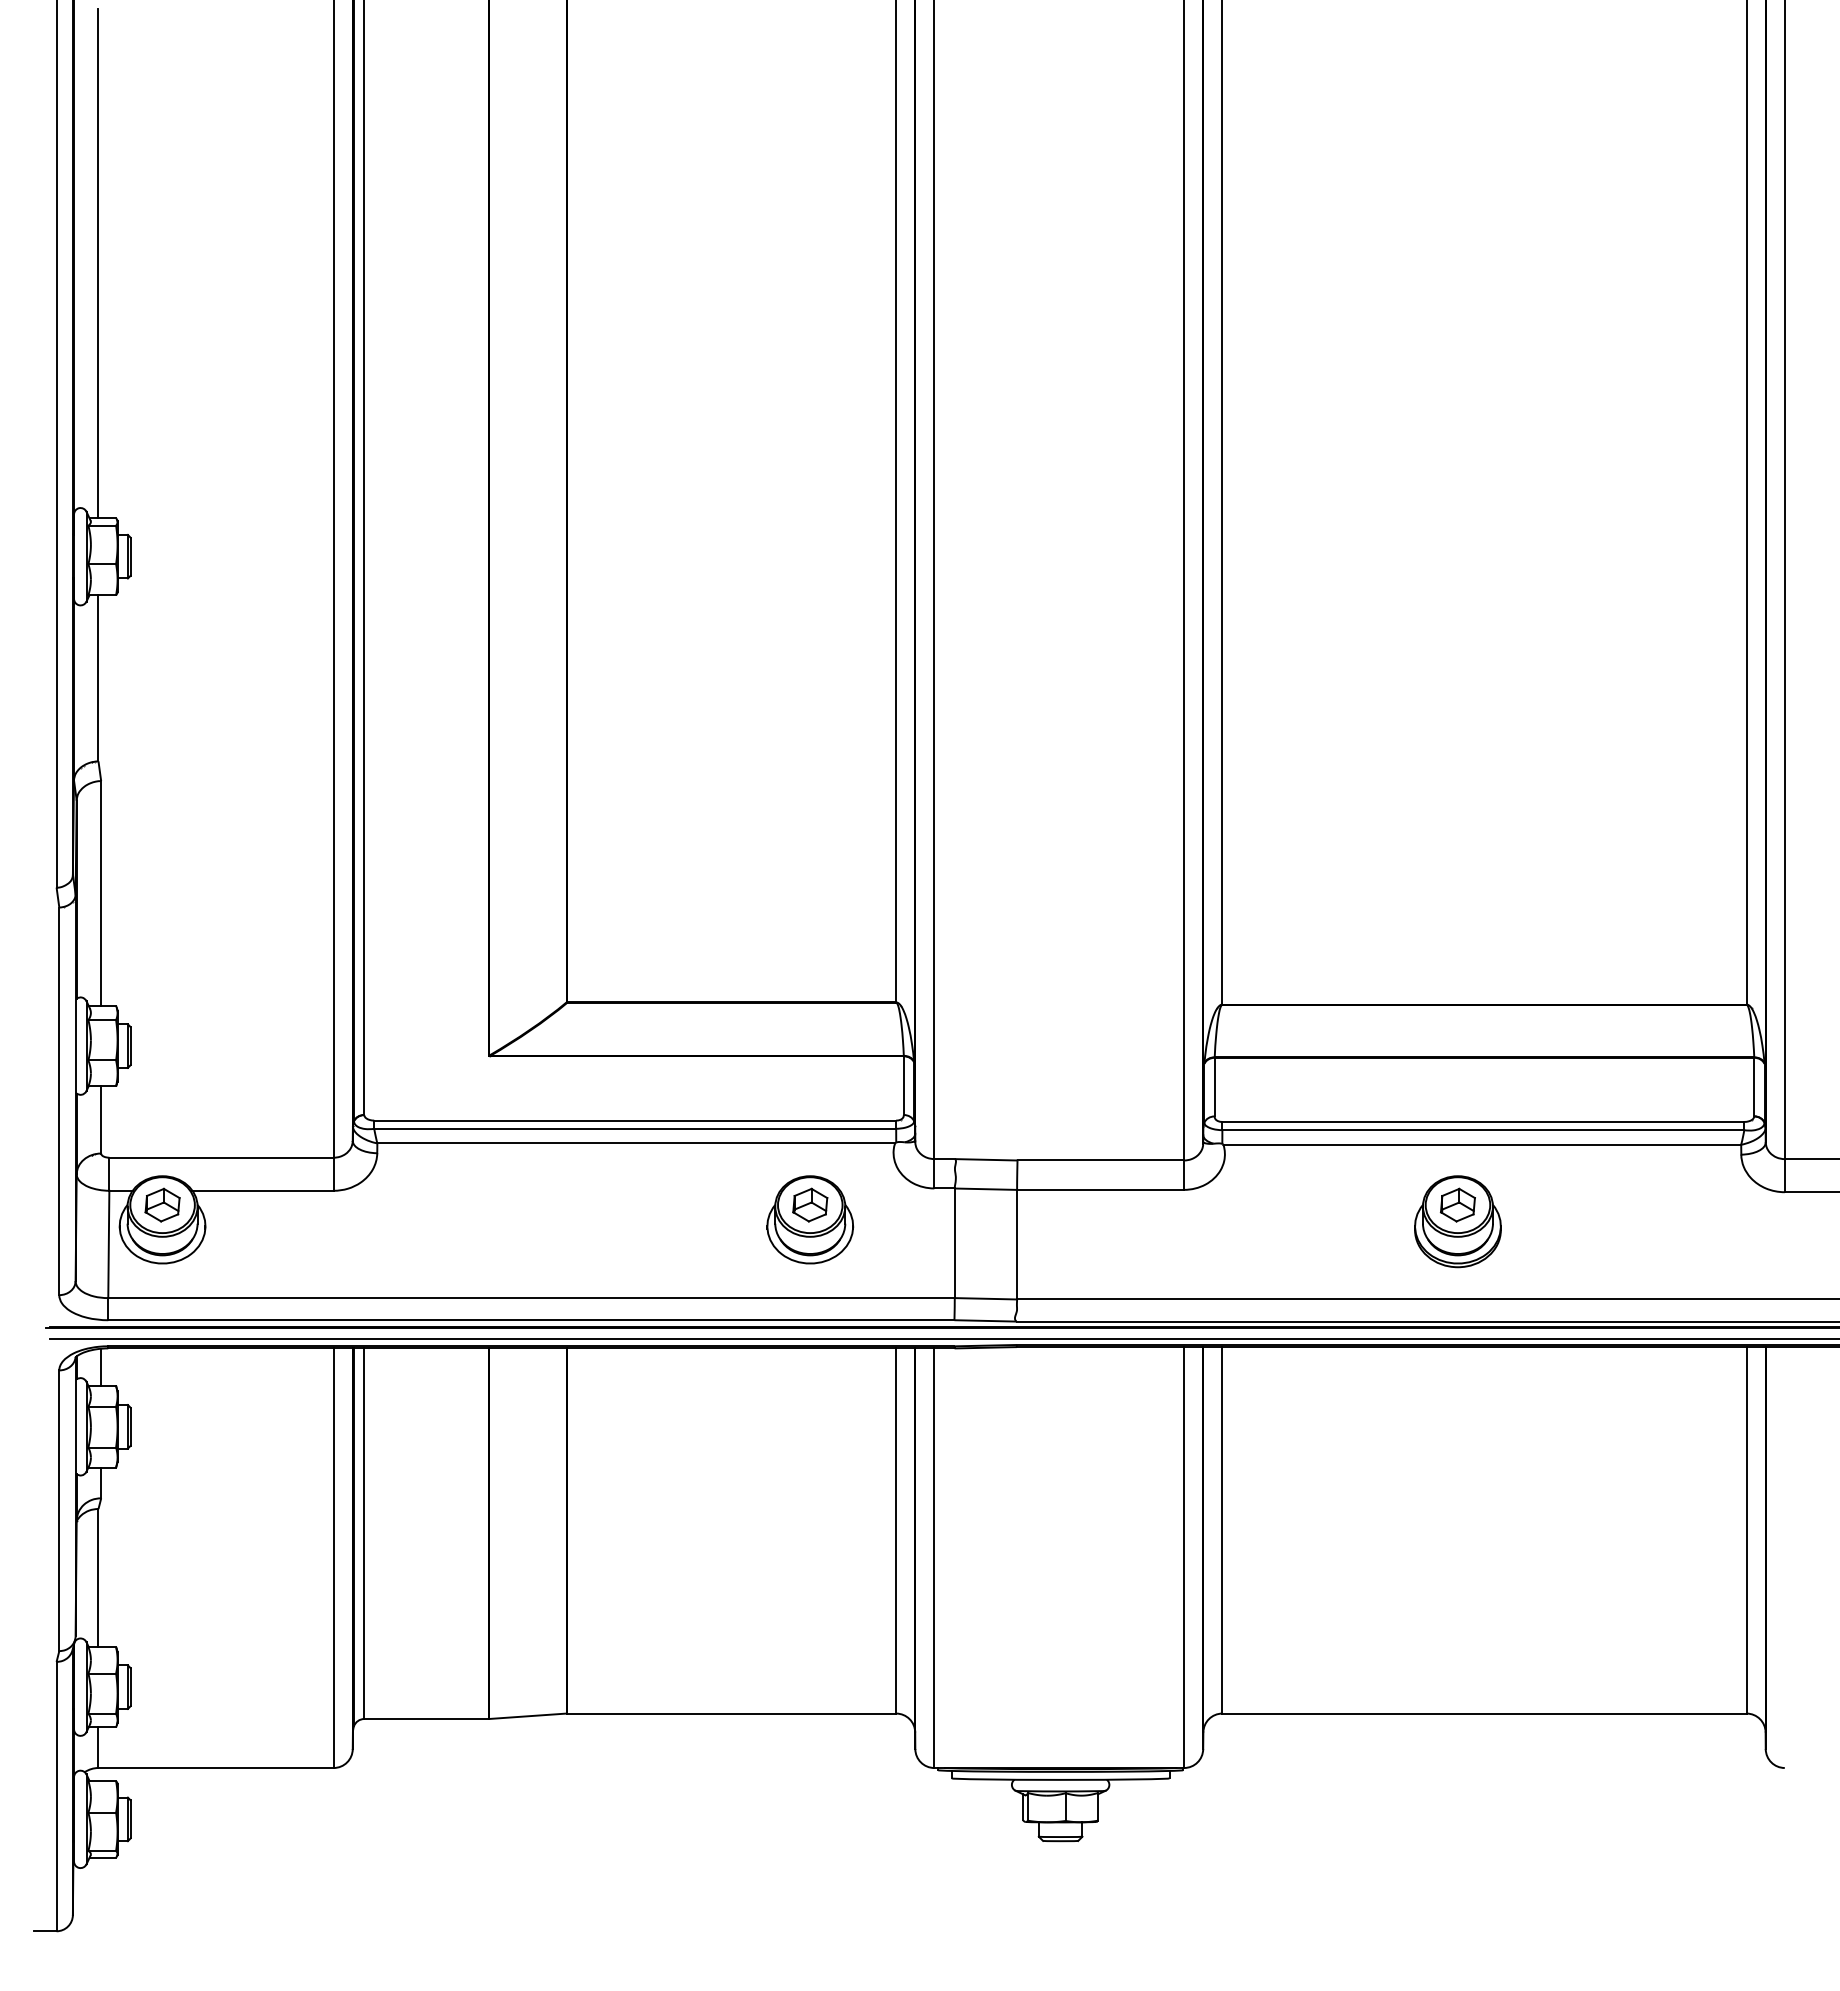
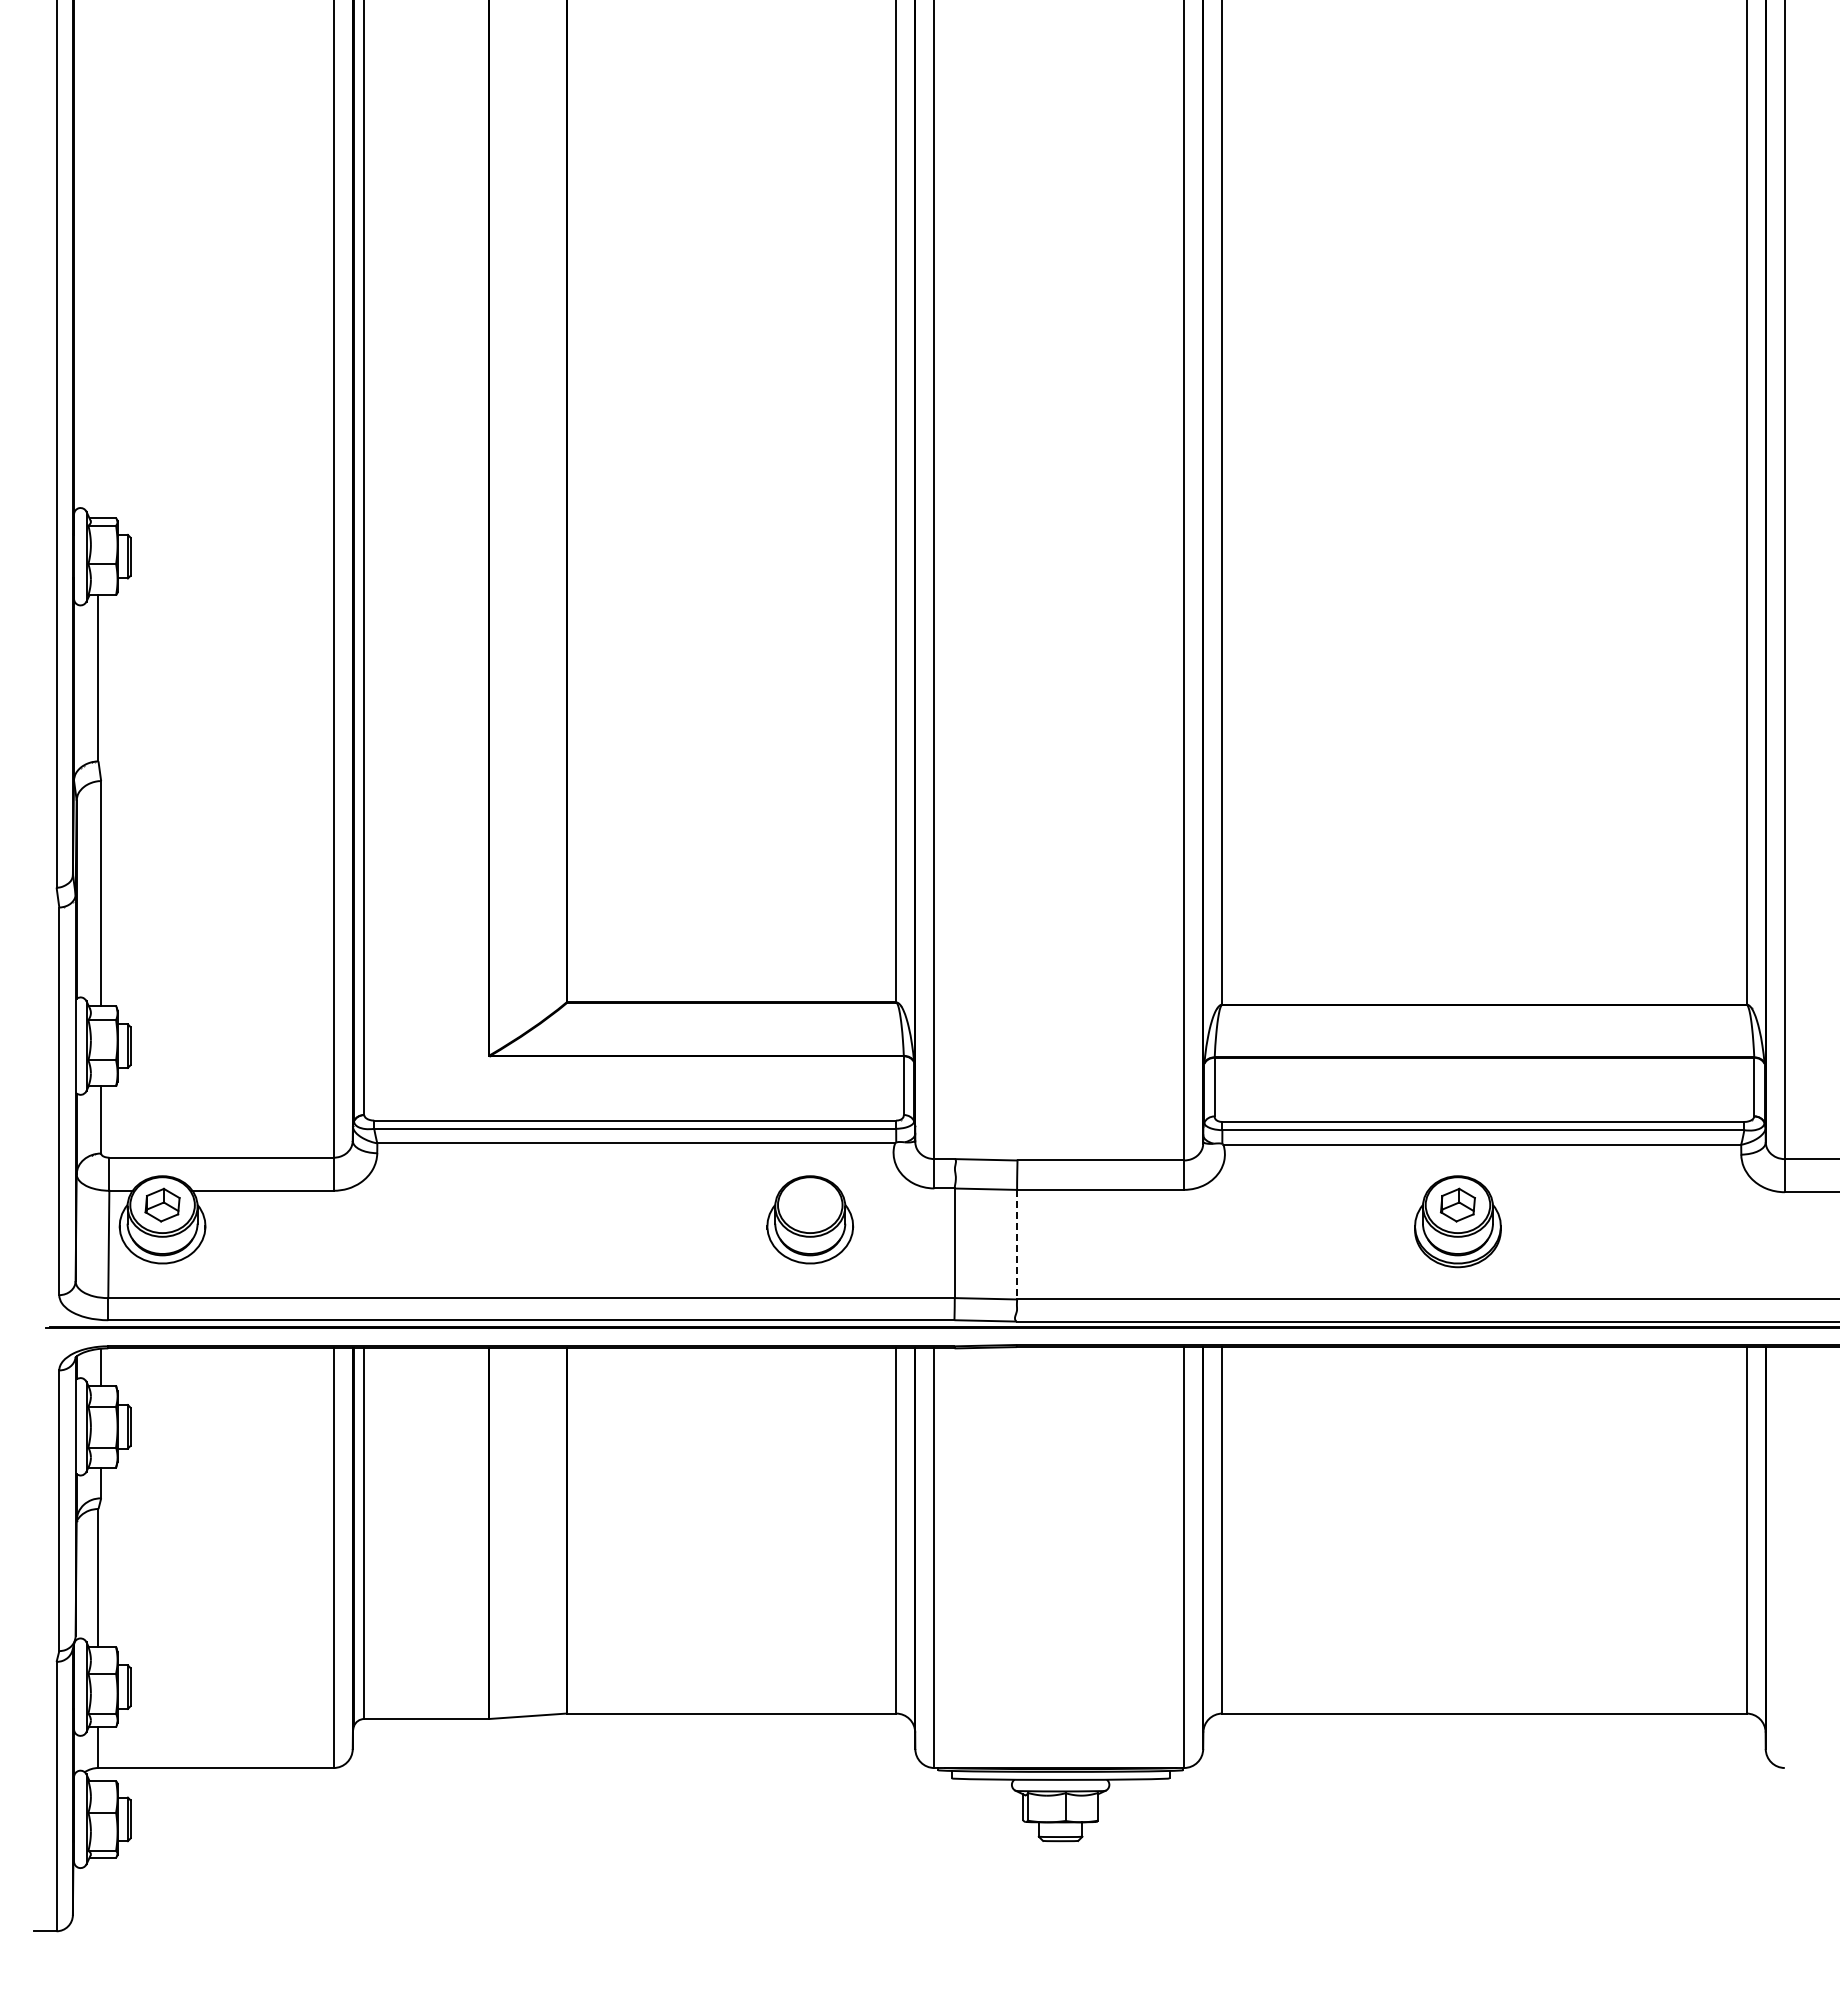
line at (98, 263): present -> none
part at (810, 1204): present -> none
line at (1017, 1244): solid -> dashed
line at (943, 1339): present -> none
